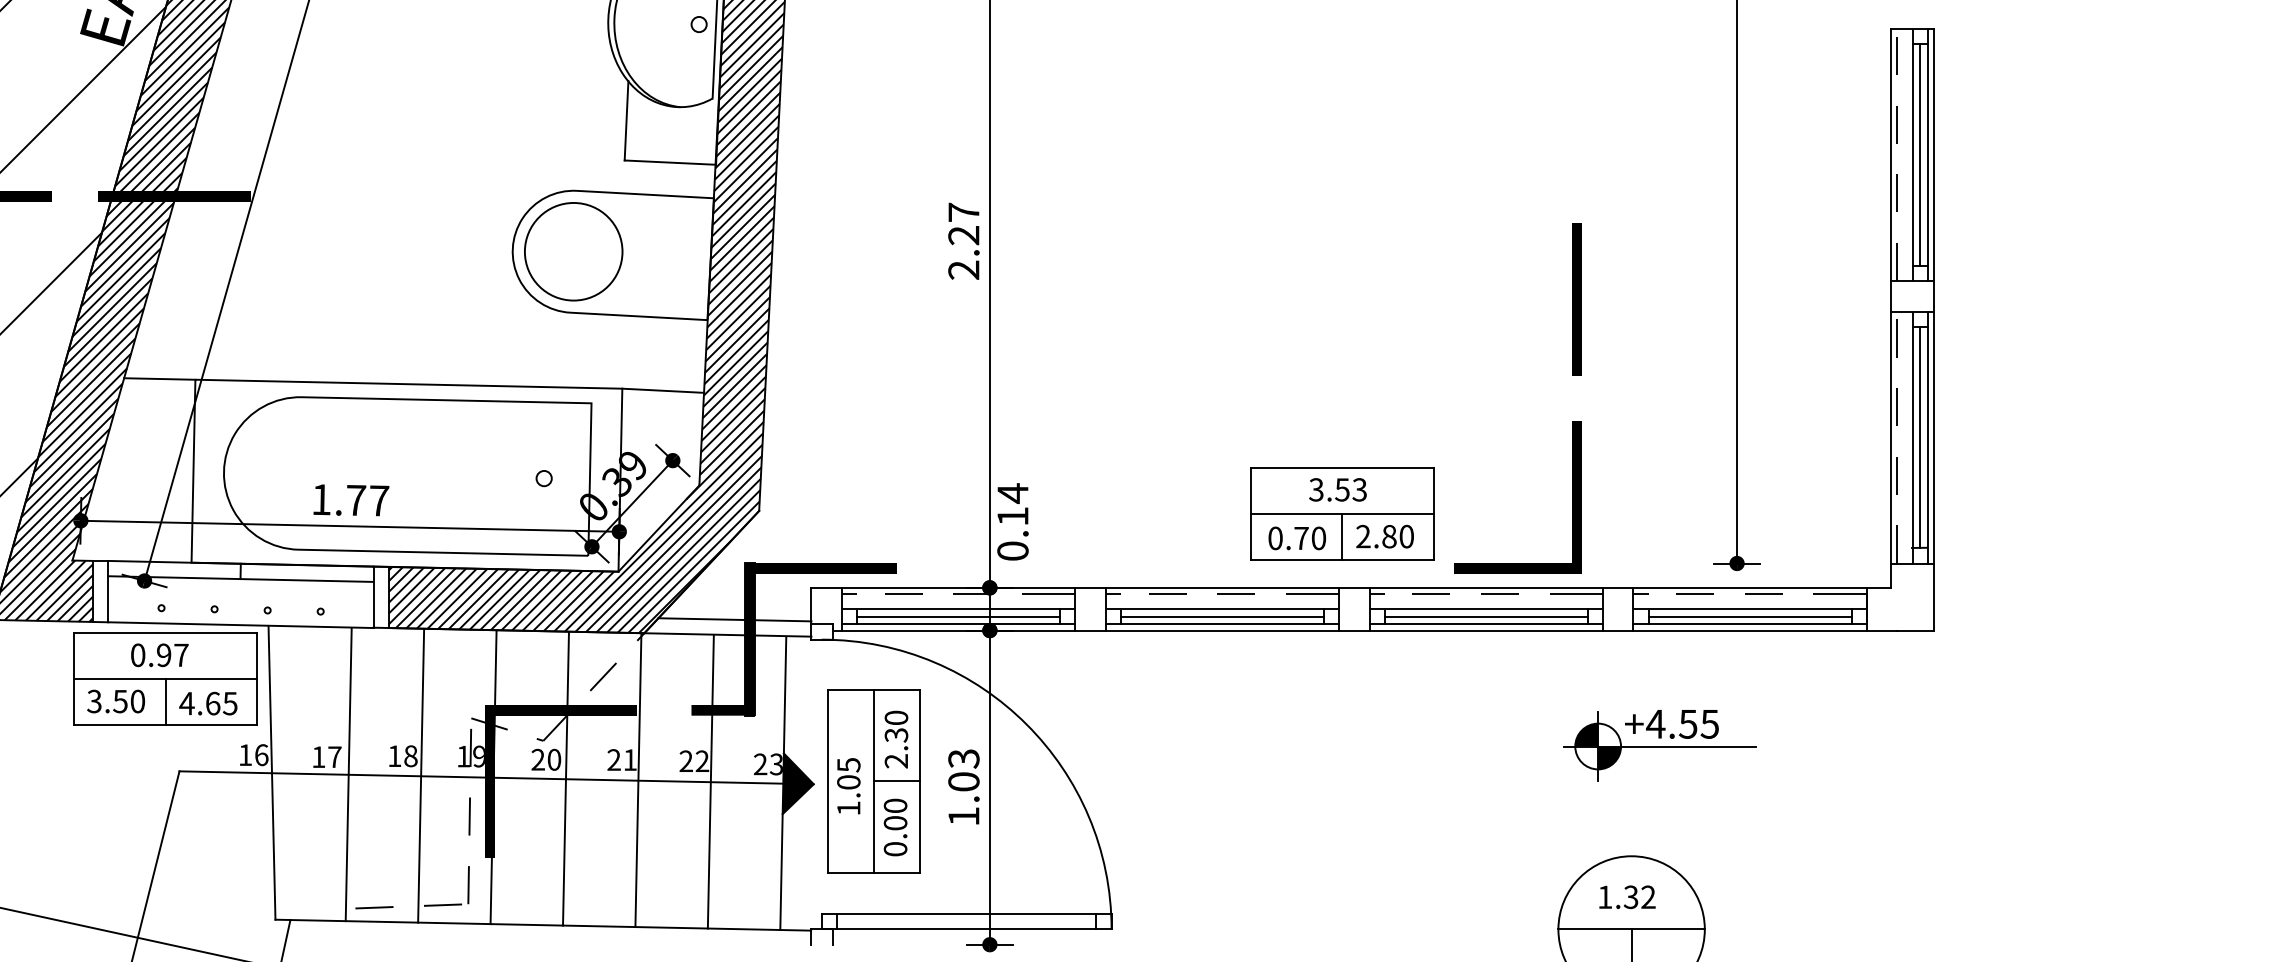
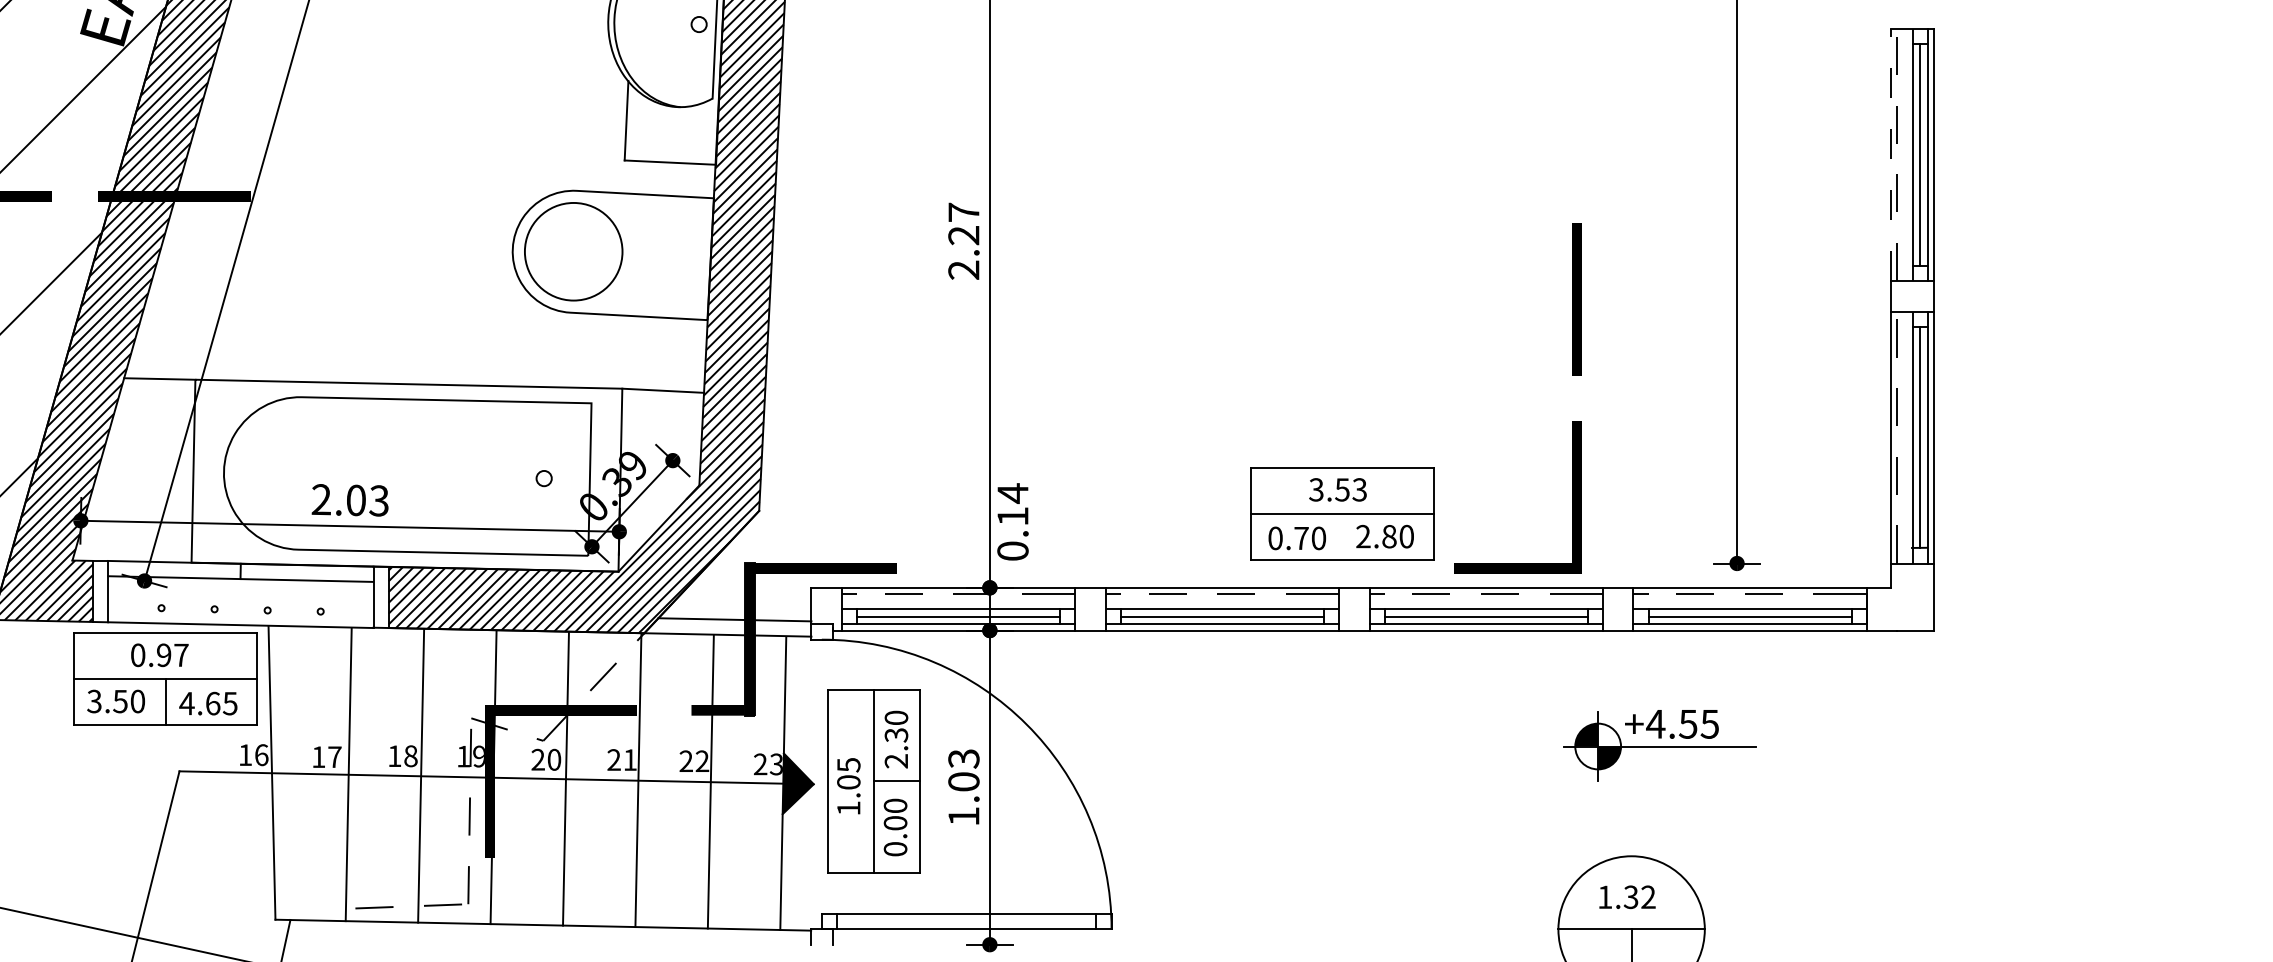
line at (1891, 155): solid -> dashed
text at (350, 500): 1.77 -> 2.03
line at (1342, 536): present -> none
